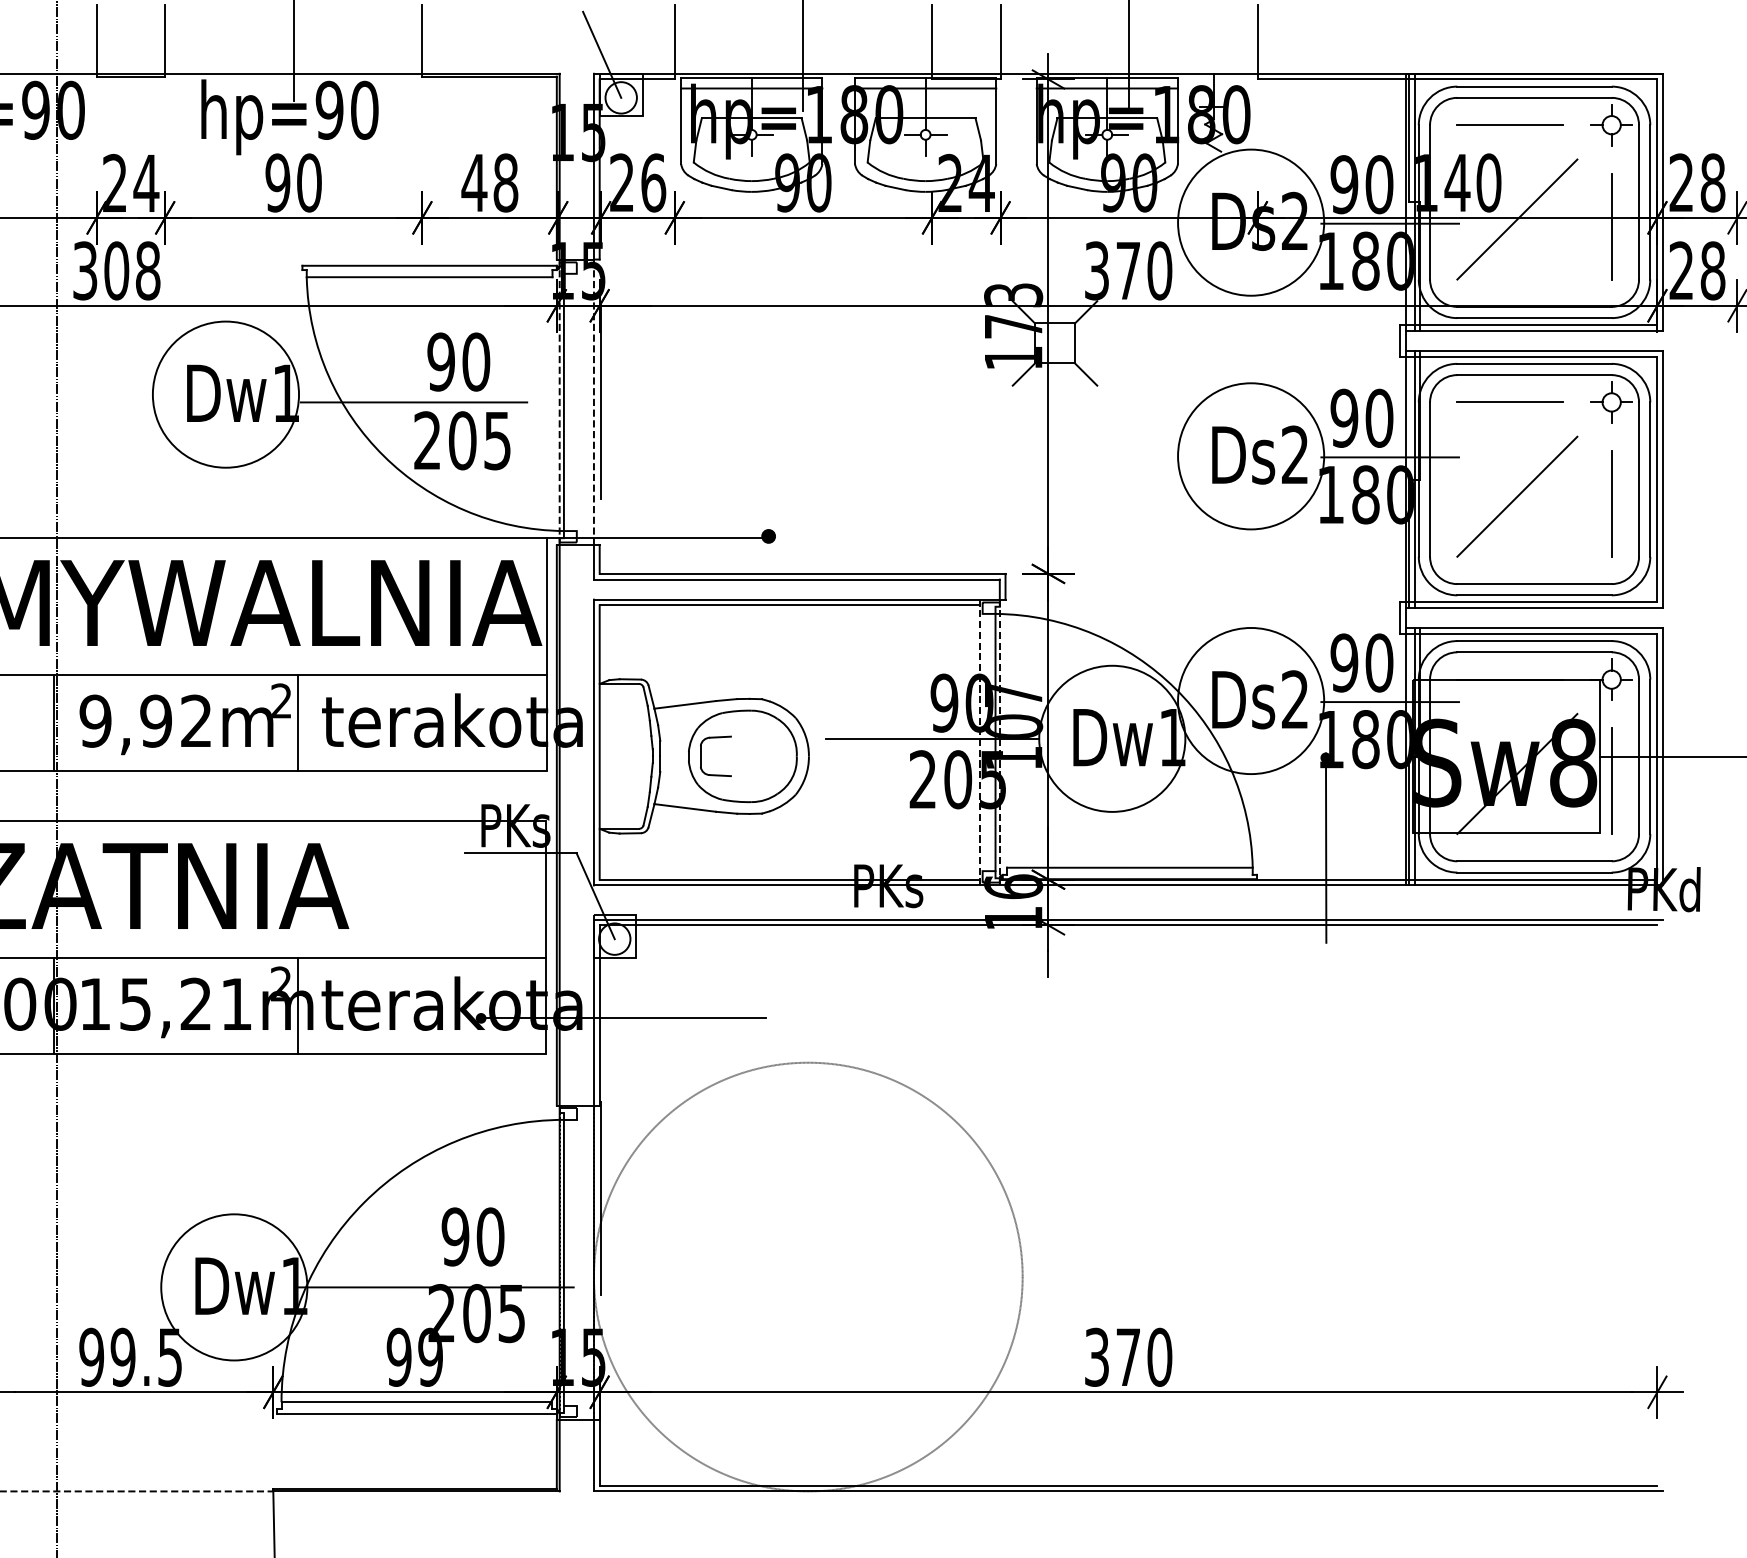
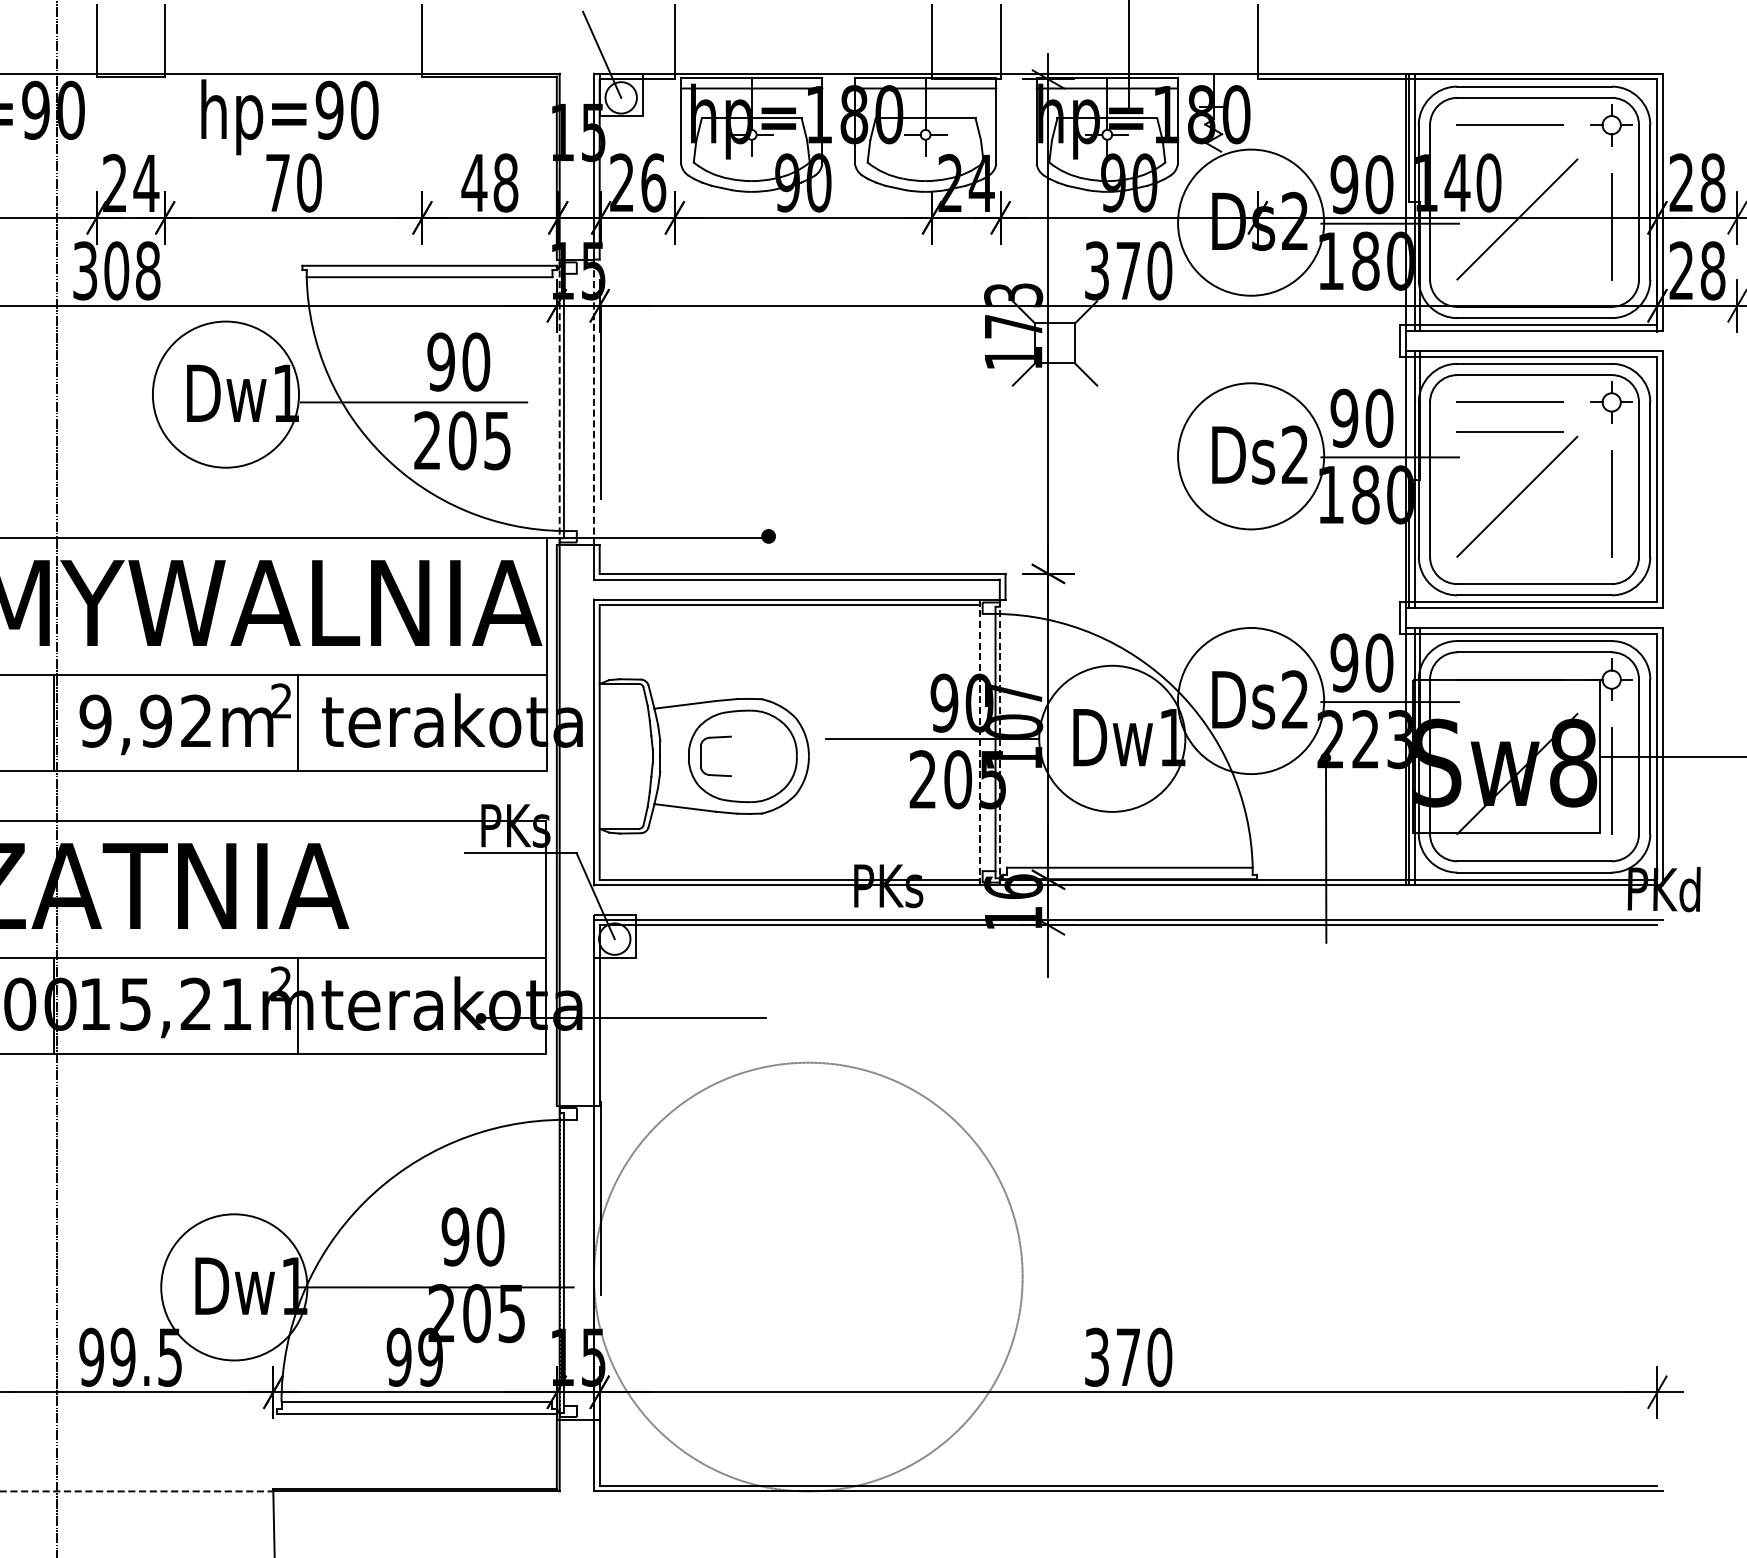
line at (293, 51): present -> none
line at (803, 56): present -> none
text at (277, 182): 90 -> 70
line at (1509, 431): none -> present
text at (1364, 739): 180 -> 223
